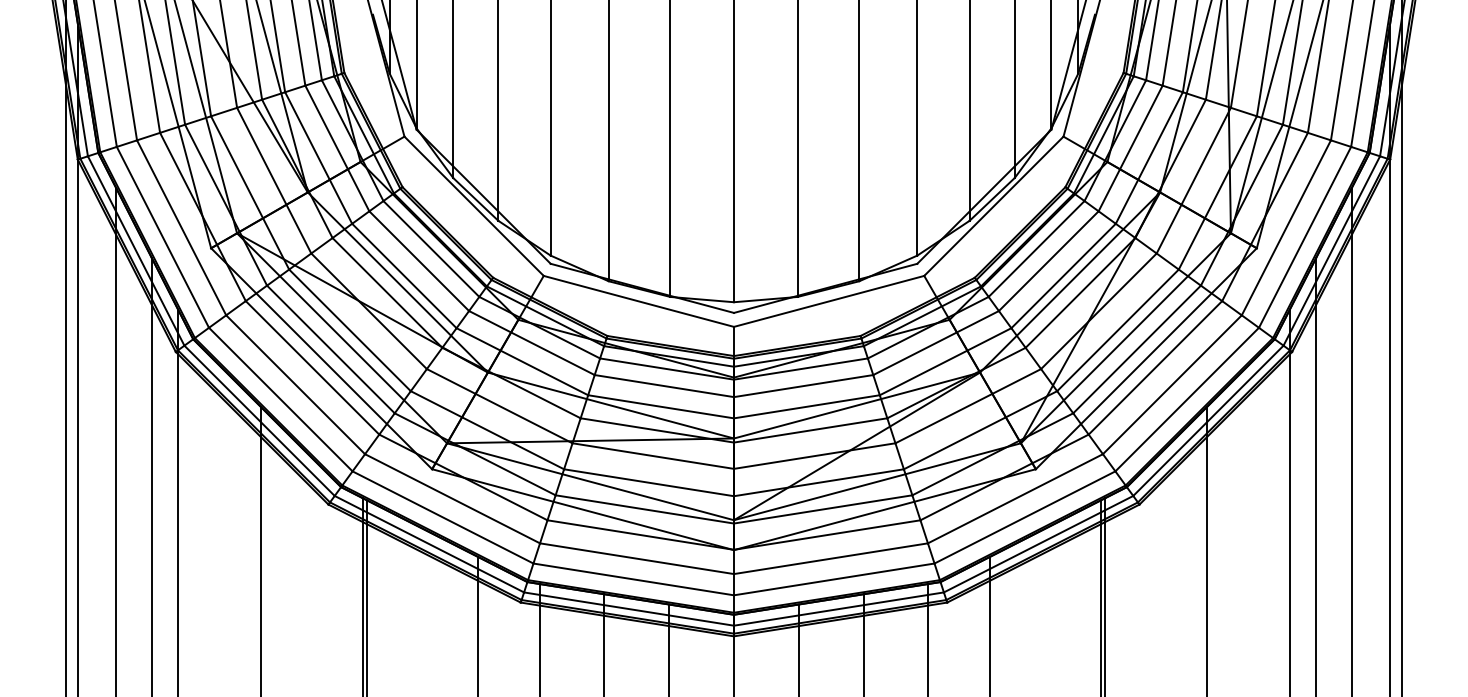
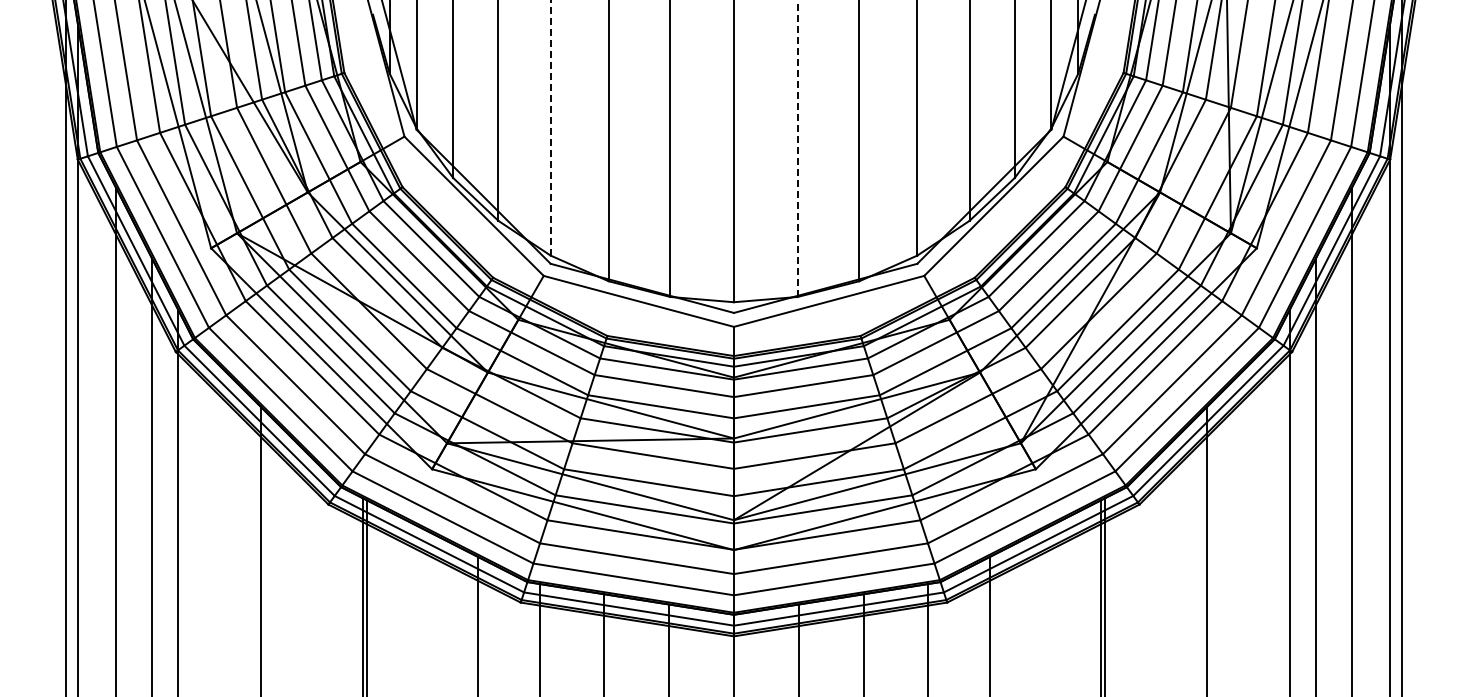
line at (550, 127): solid -> dashed
line at (797, 147): solid -> dashed
